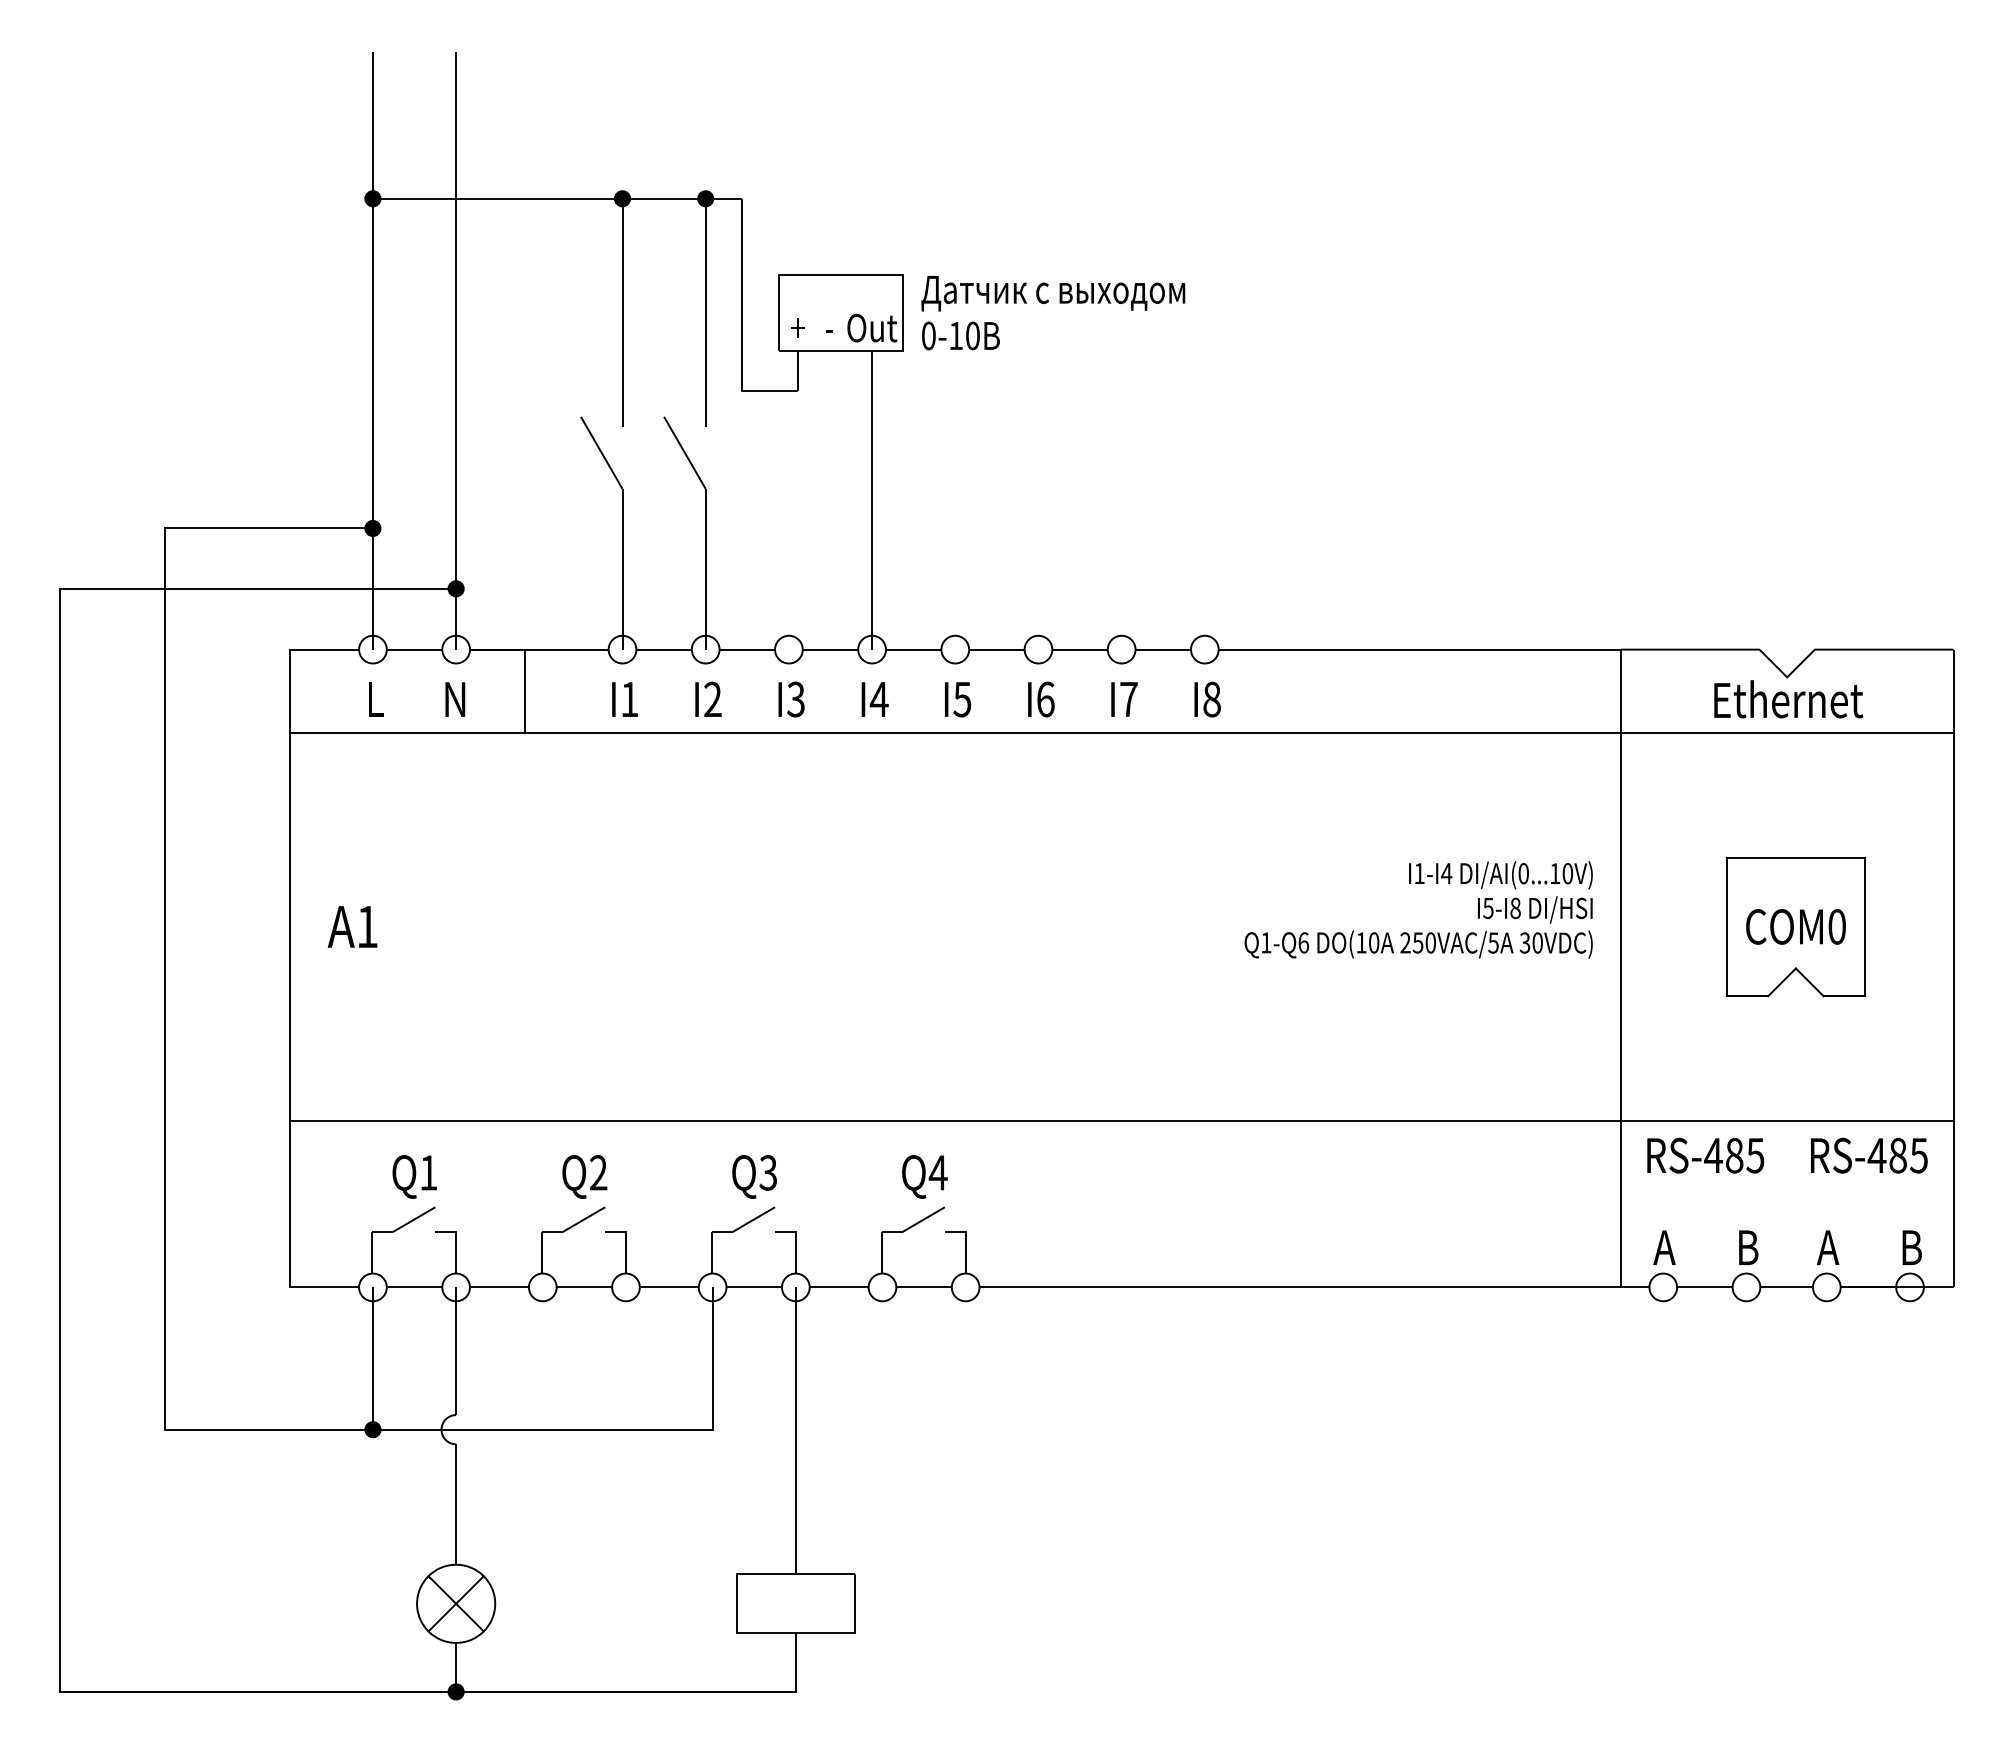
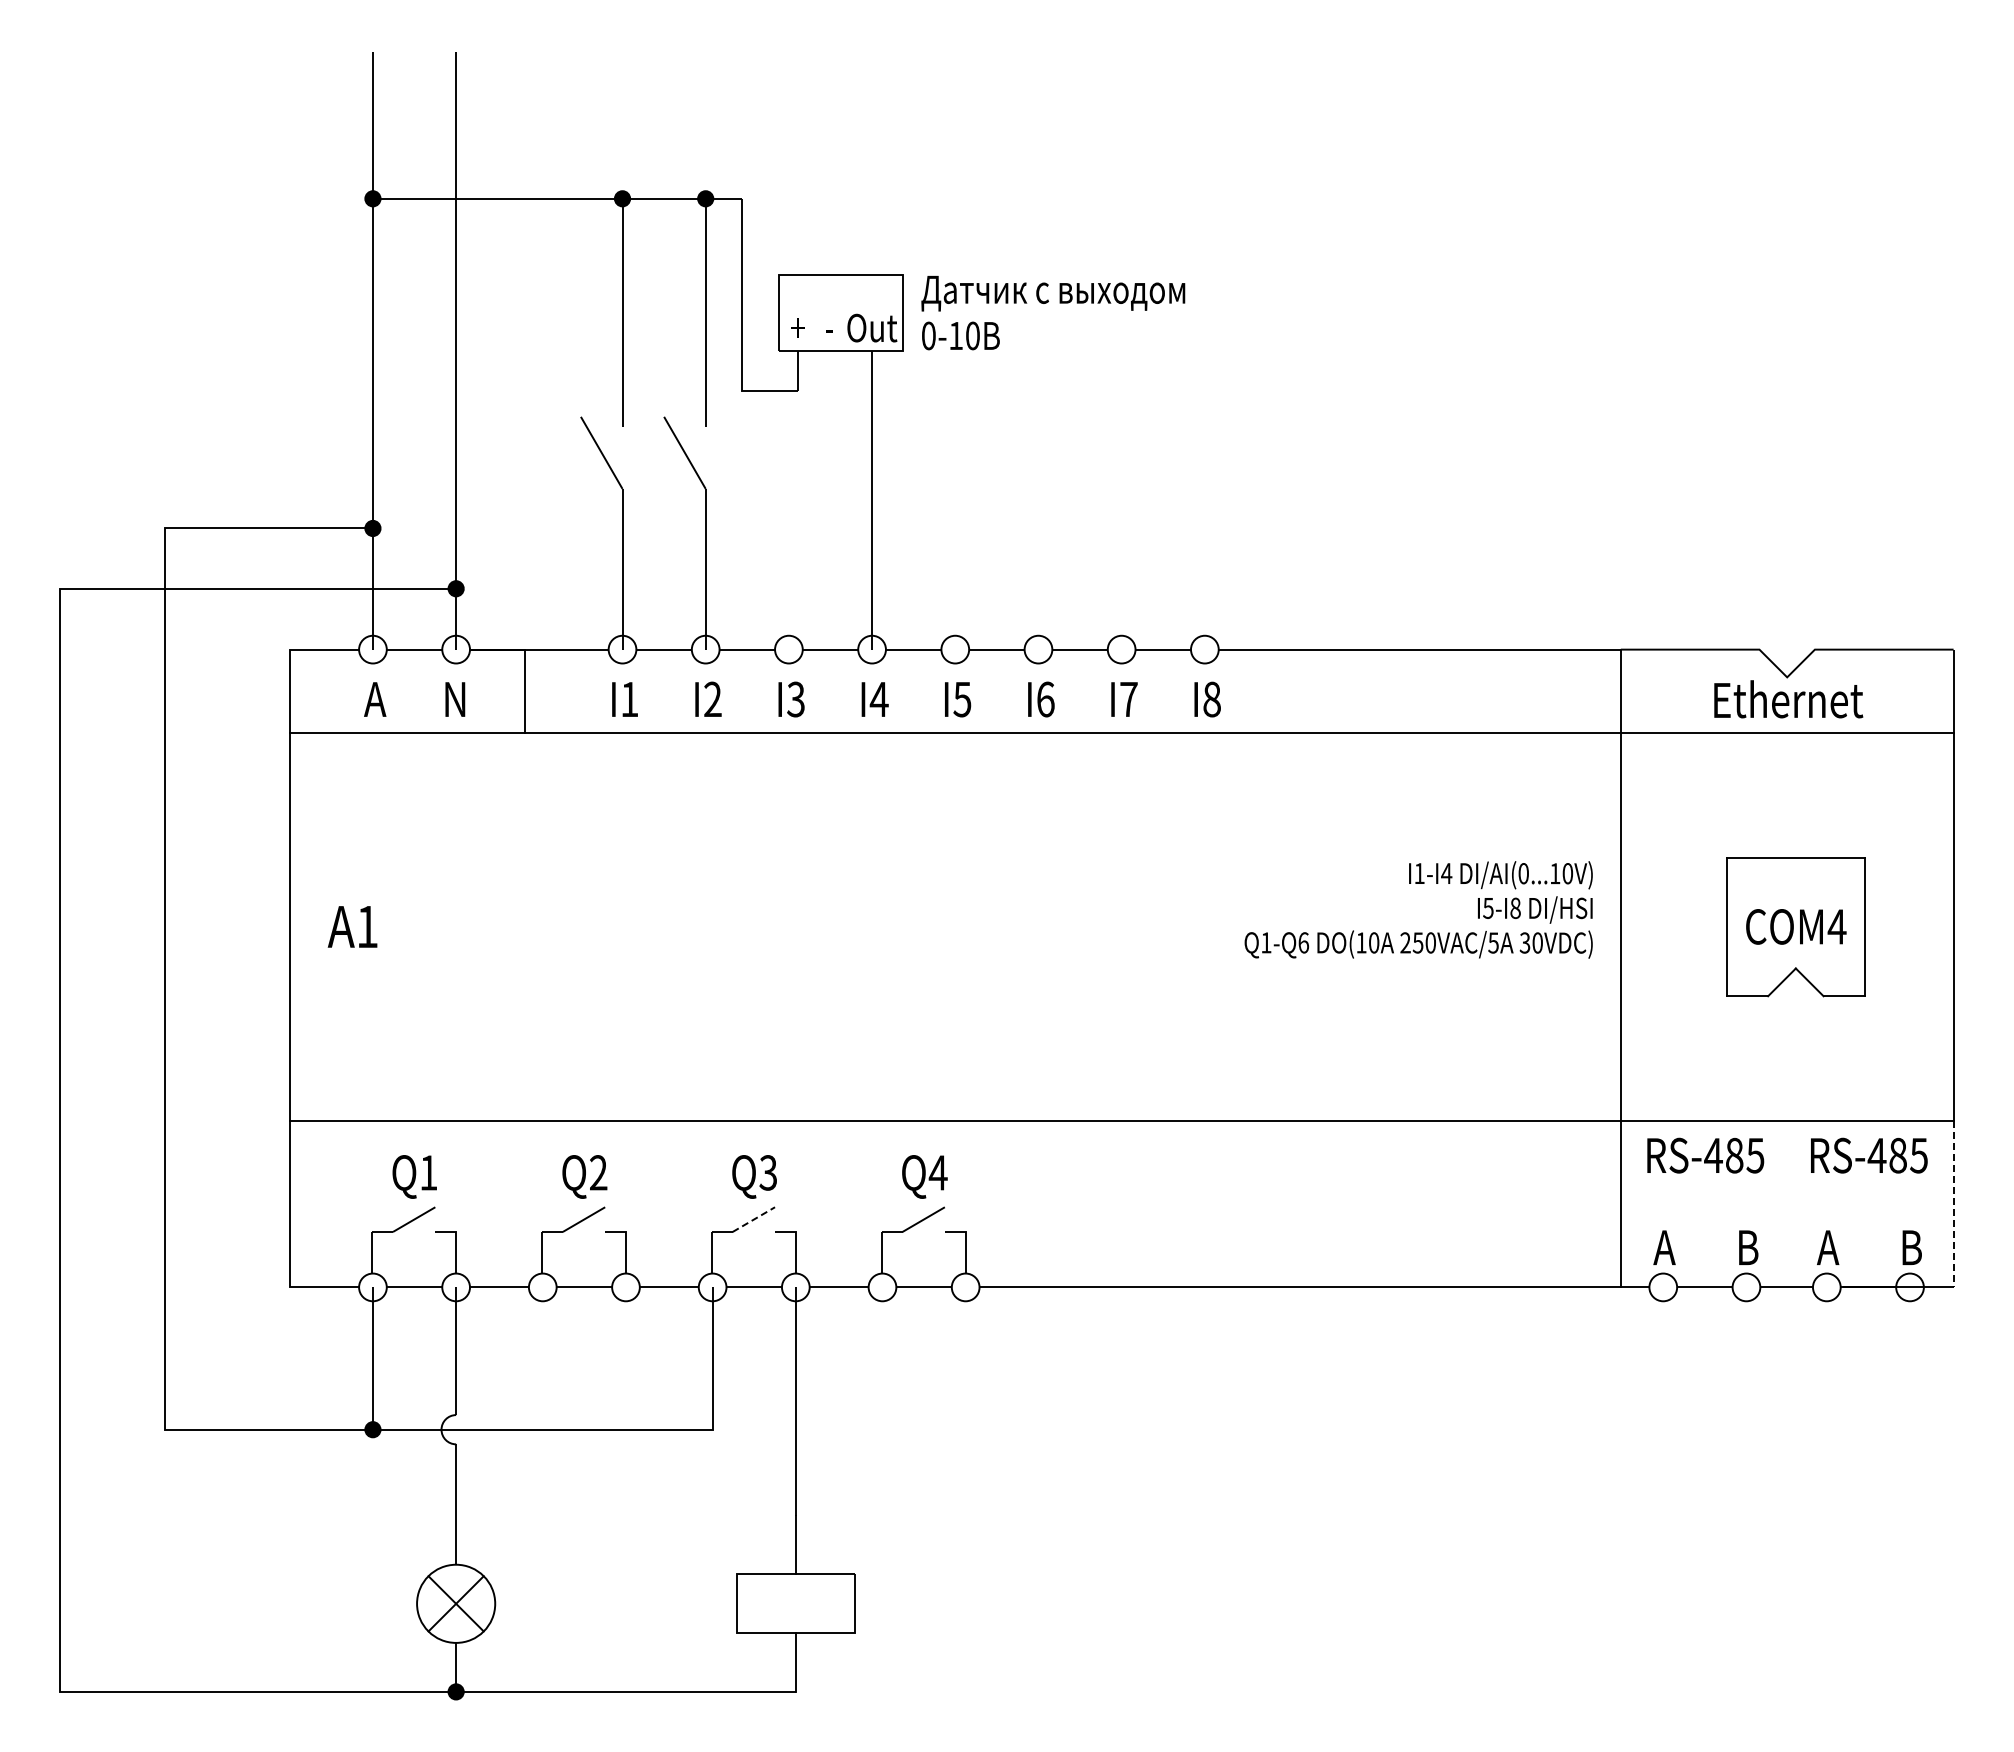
text at (375, 699): L -> A
text at (1836, 926): COM0 -> COM4
line at (1953, 1204): solid -> dashed
line at (753, 1219): solid -> dashed
